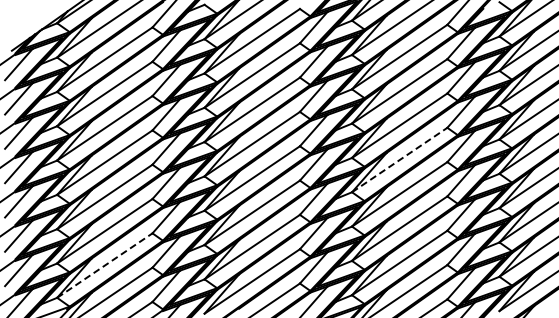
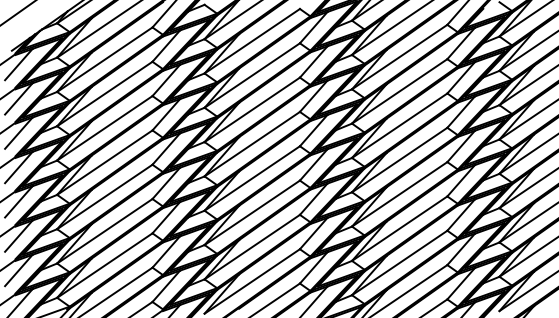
line at (17, 13): none -> present
line at (399, 160): dashed -> solid
line at (104, 265): dashed -> solid
